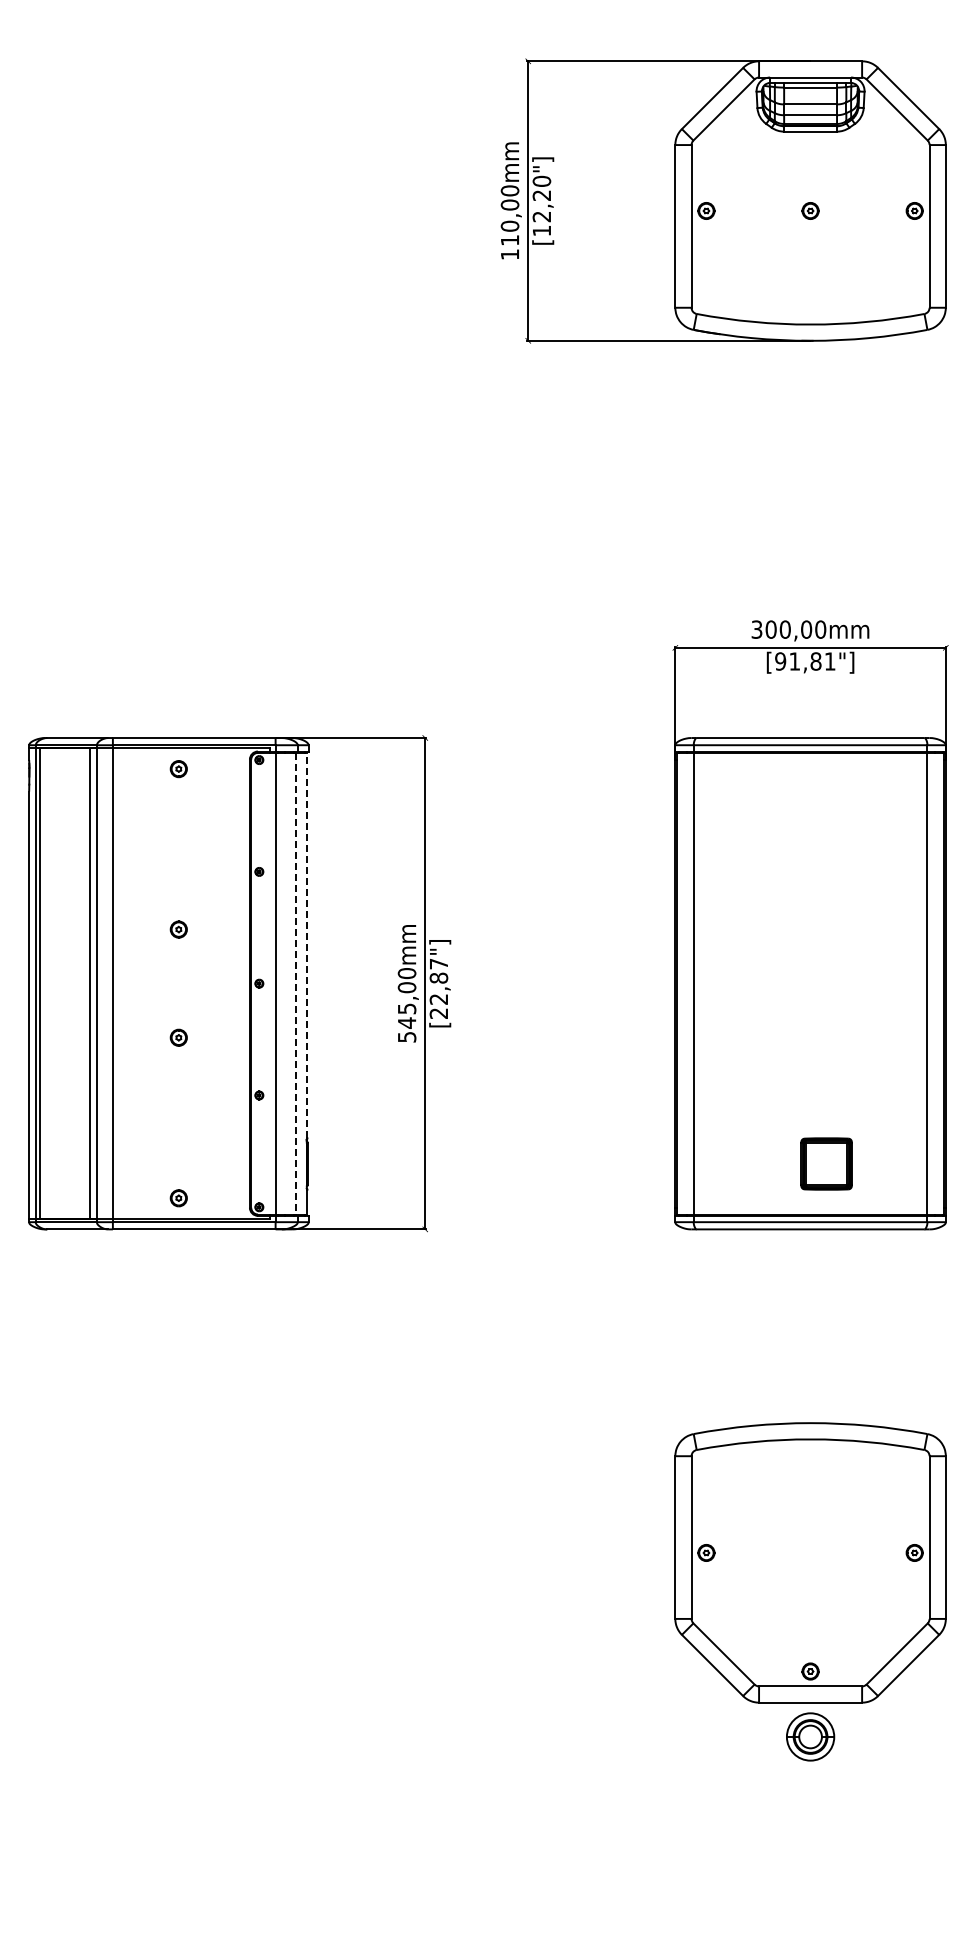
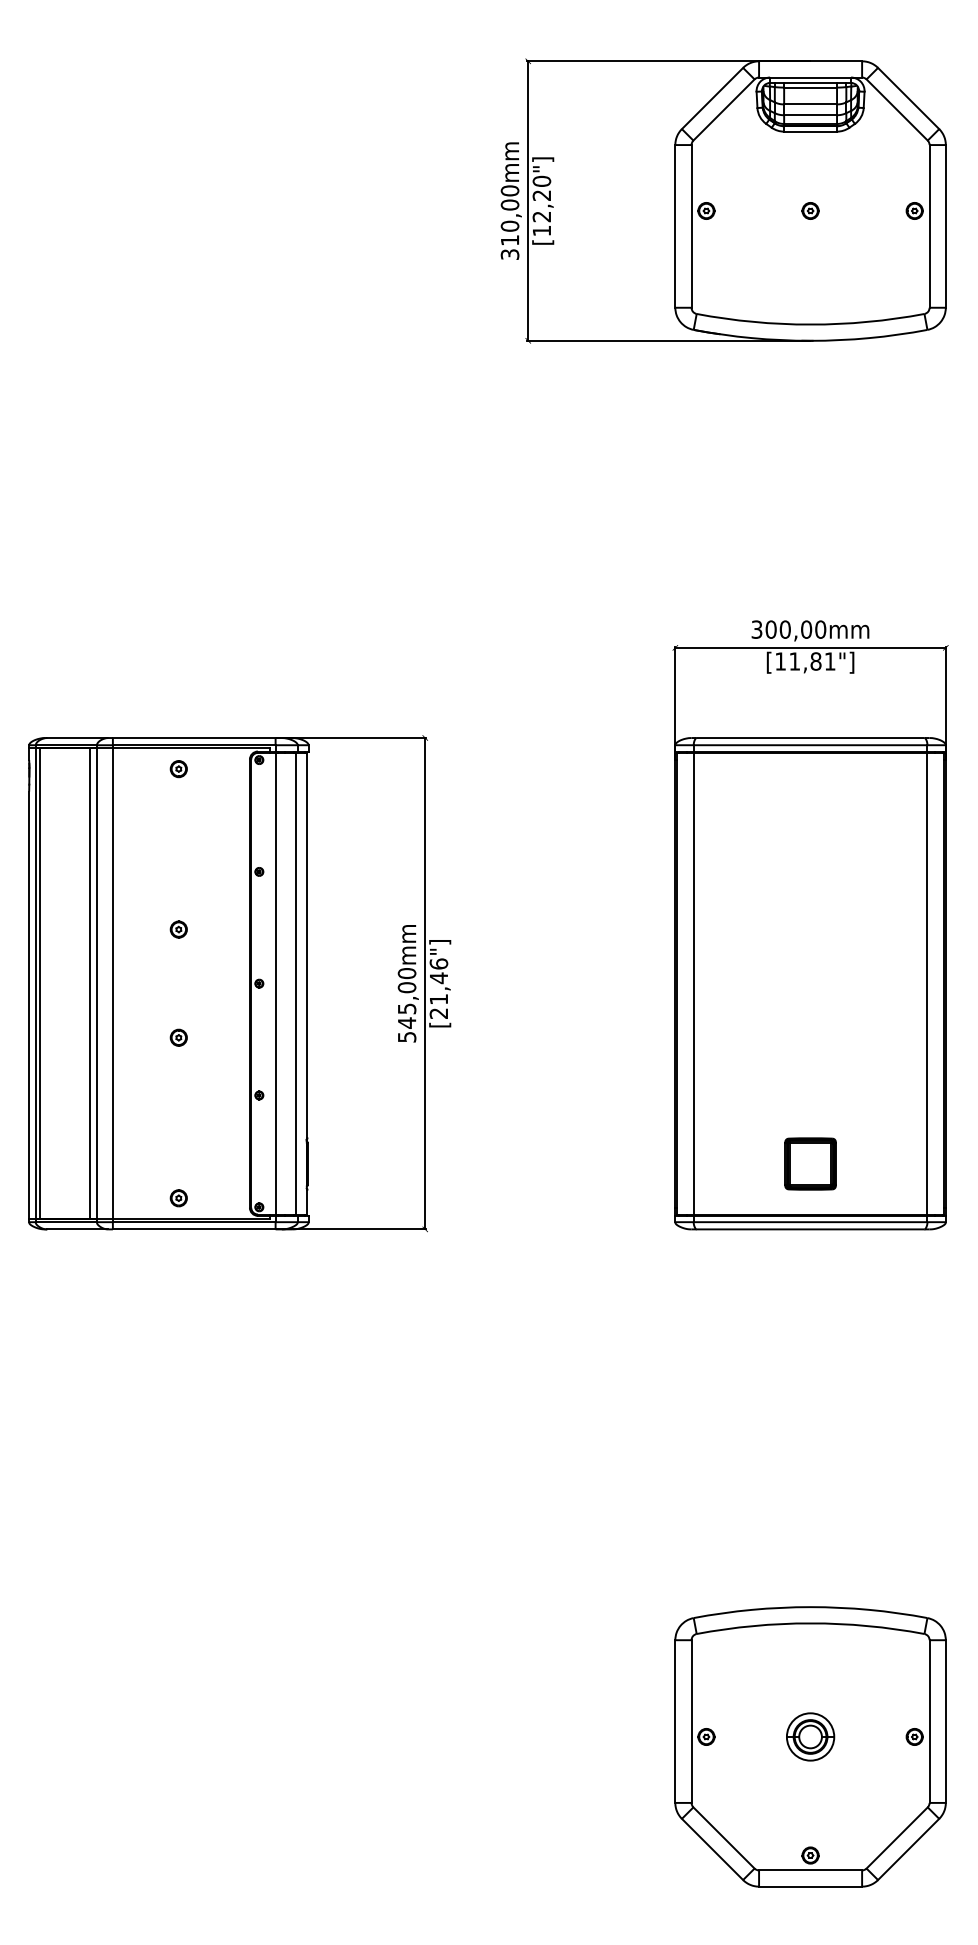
text at (509, 254): 110,00mm -> 310,00mm
text at (780, 661): [91,81"] -> [11,81"]
line at (307, 945): dashed -> solid
text at (438, 981): [22,87"] -> [21,46"]
line at (296, 983): dashed -> solid
part at (826, 1163) position: (826, 1163) -> (810, 1163)
part at (810, 1562) position: (810, 1562) -> (810, 1746)
